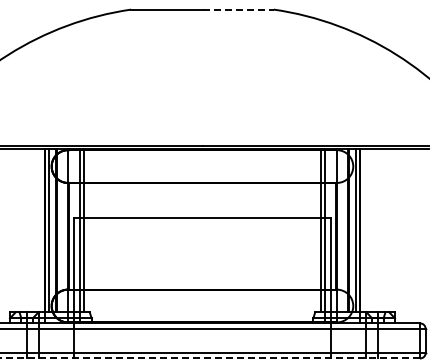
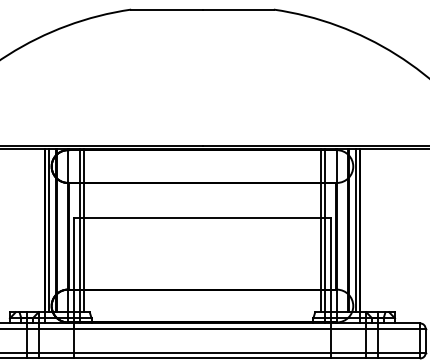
line at (238, 9): dashed -> solid
line at (210, 358): dashed -> solid
